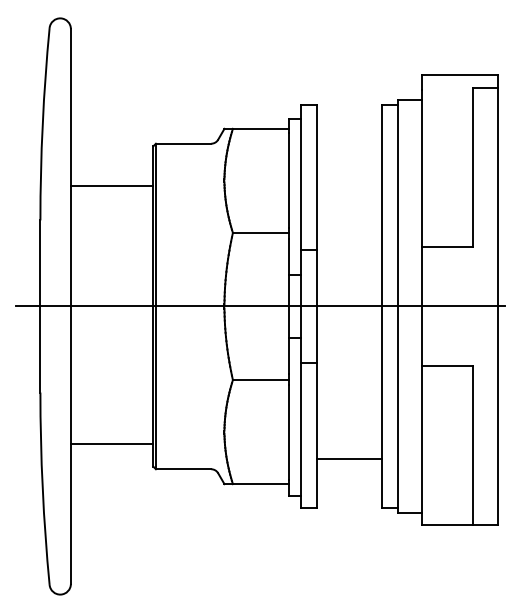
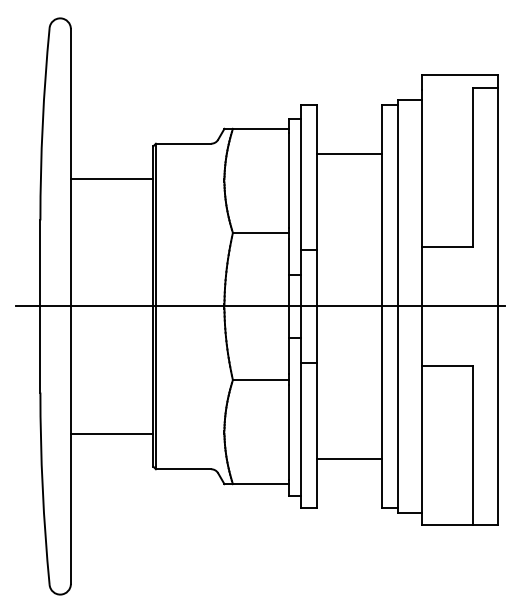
line at (348, 154): none -> present
line at (111, 186) position: (111, 186) -> (111, 179)
line at (111, 443) position: (111, 443) -> (111, 433)
